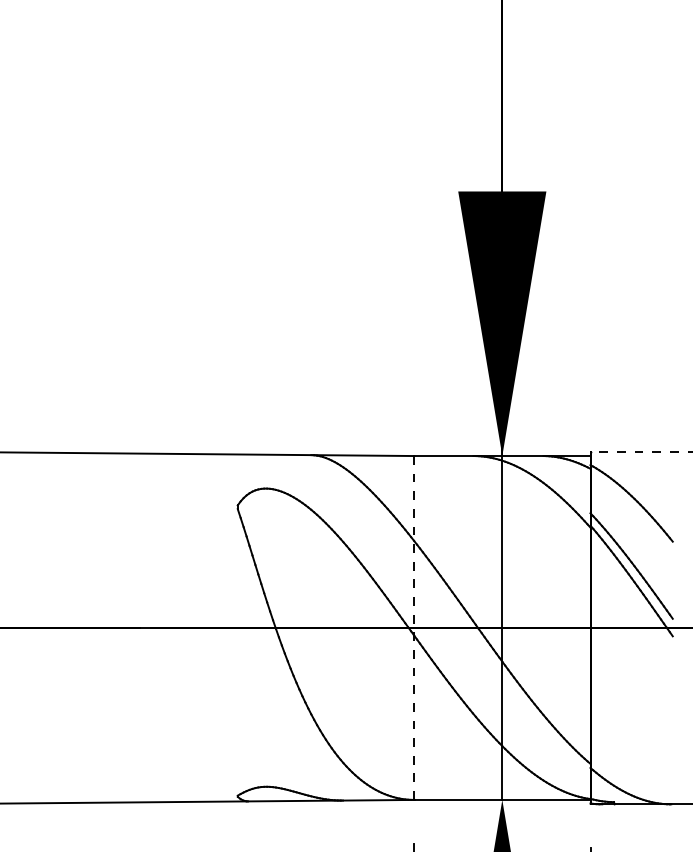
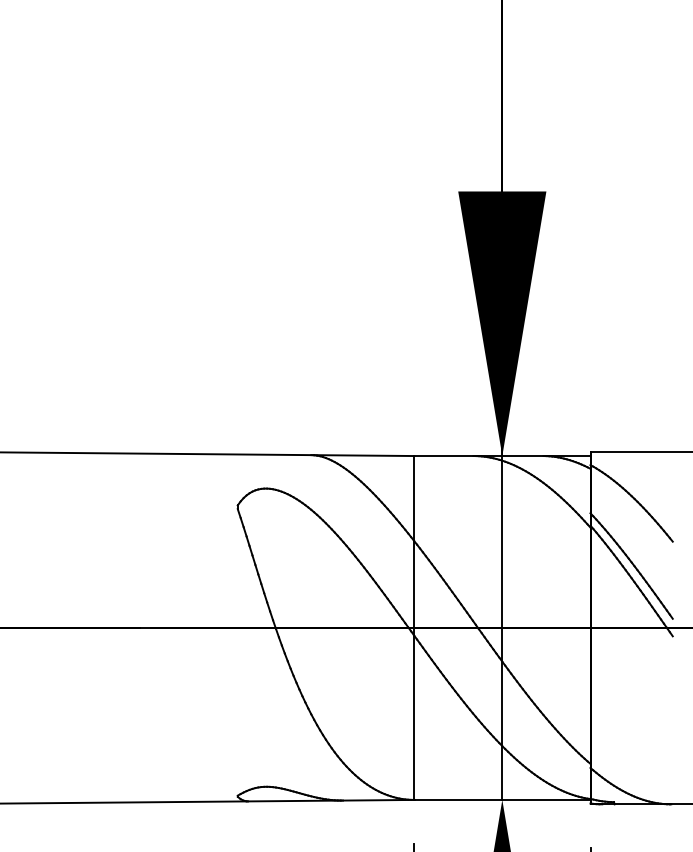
line at (641, 451): dashed -> solid
line at (414, 627): dashed -> solid
